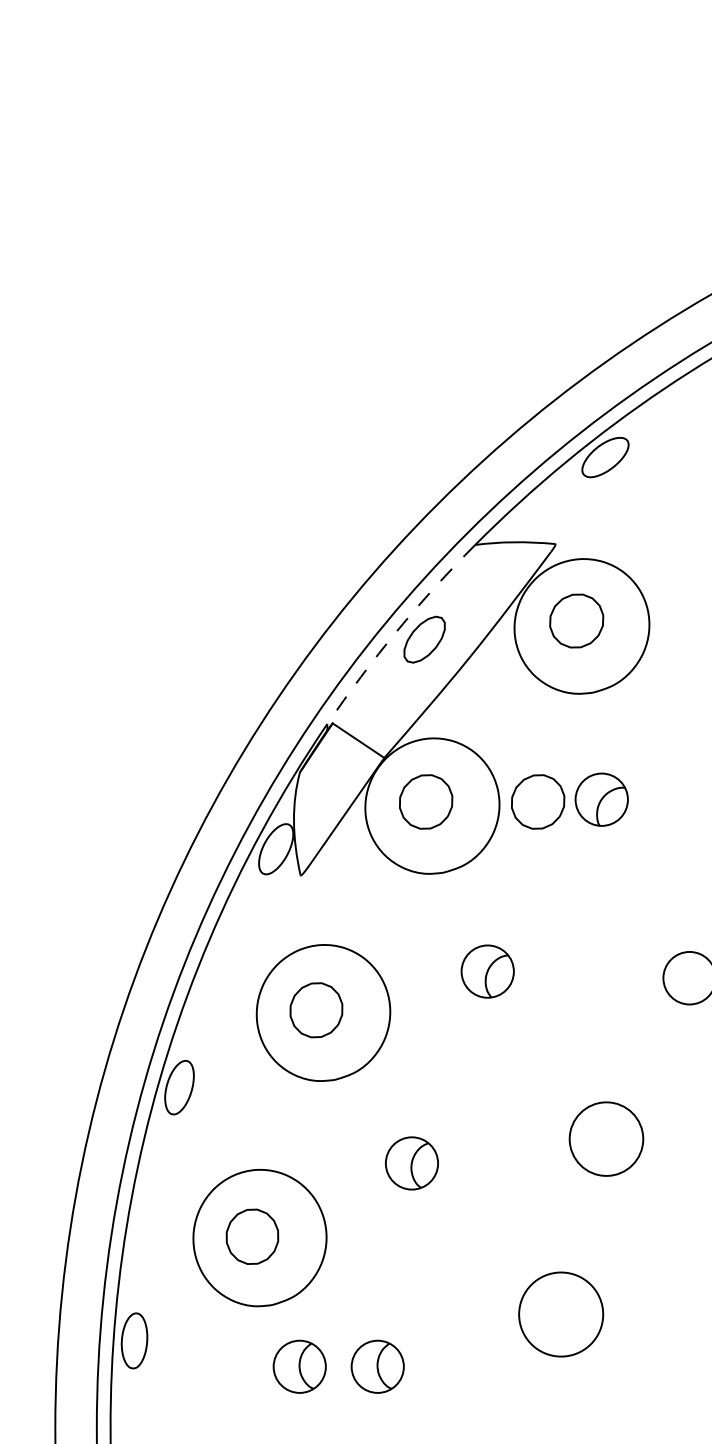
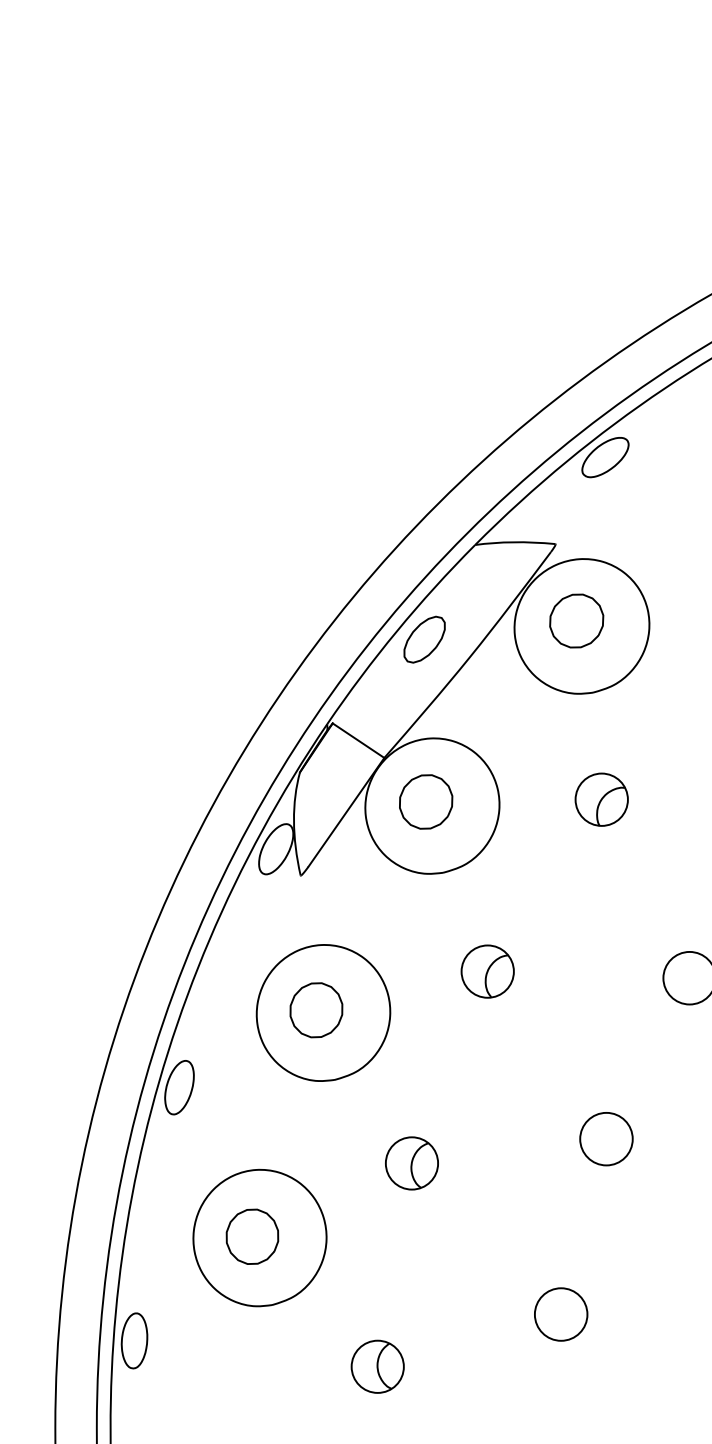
arc at (397, 631): dashed -> solid
part at (538, 801): present -> none
circle at (606, 1138) diameter: 74 px -> 53 px
circle at (561, 1314) diameter: 84 px -> 53 px
part at (299, 1366): present -> none
